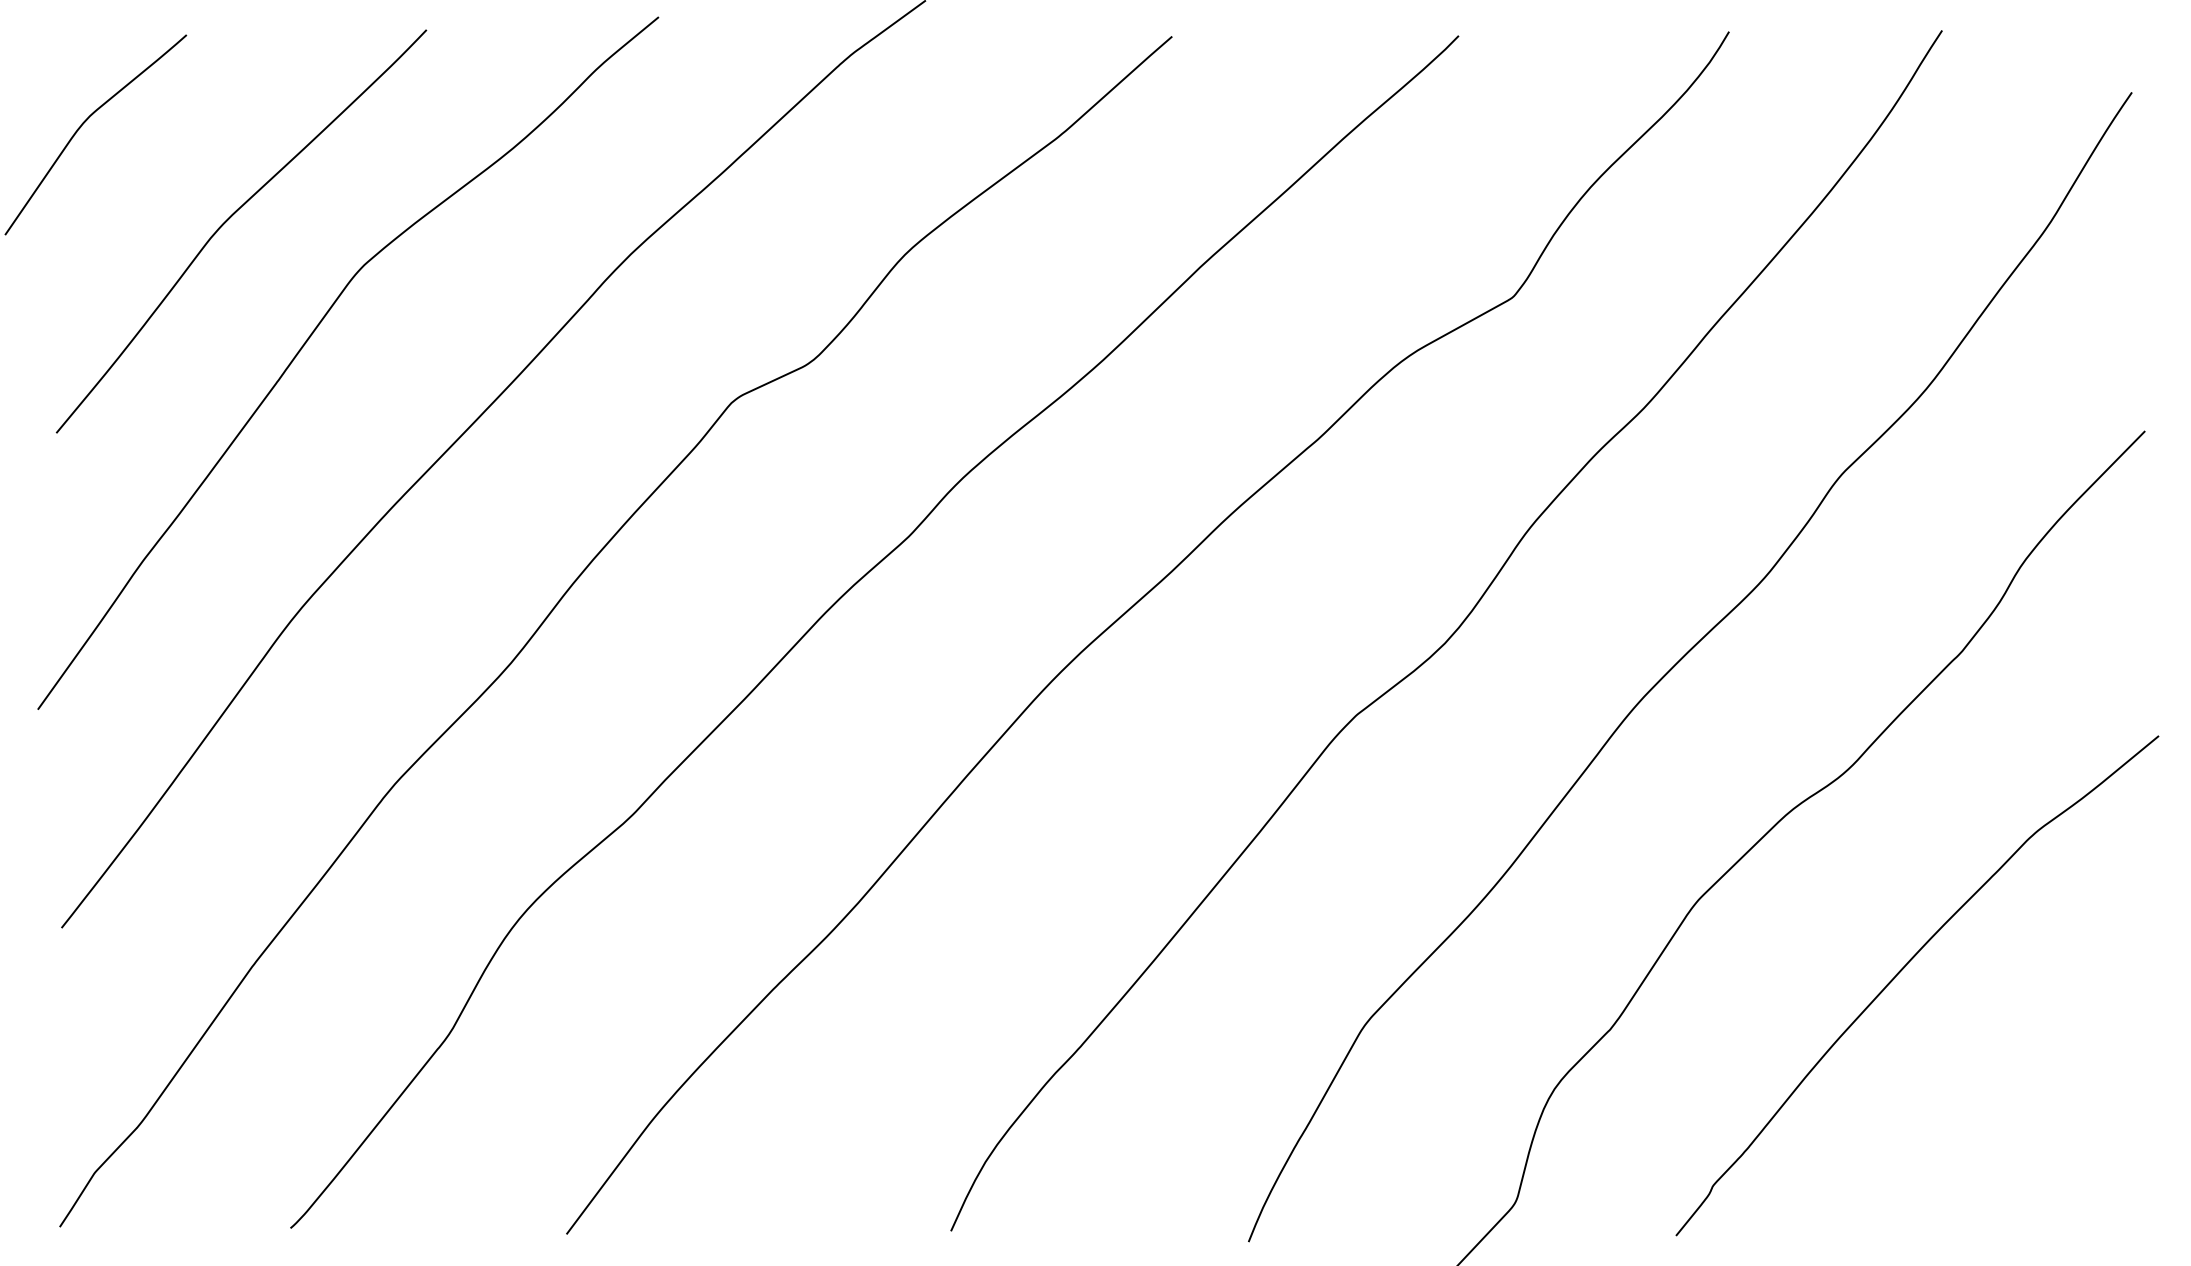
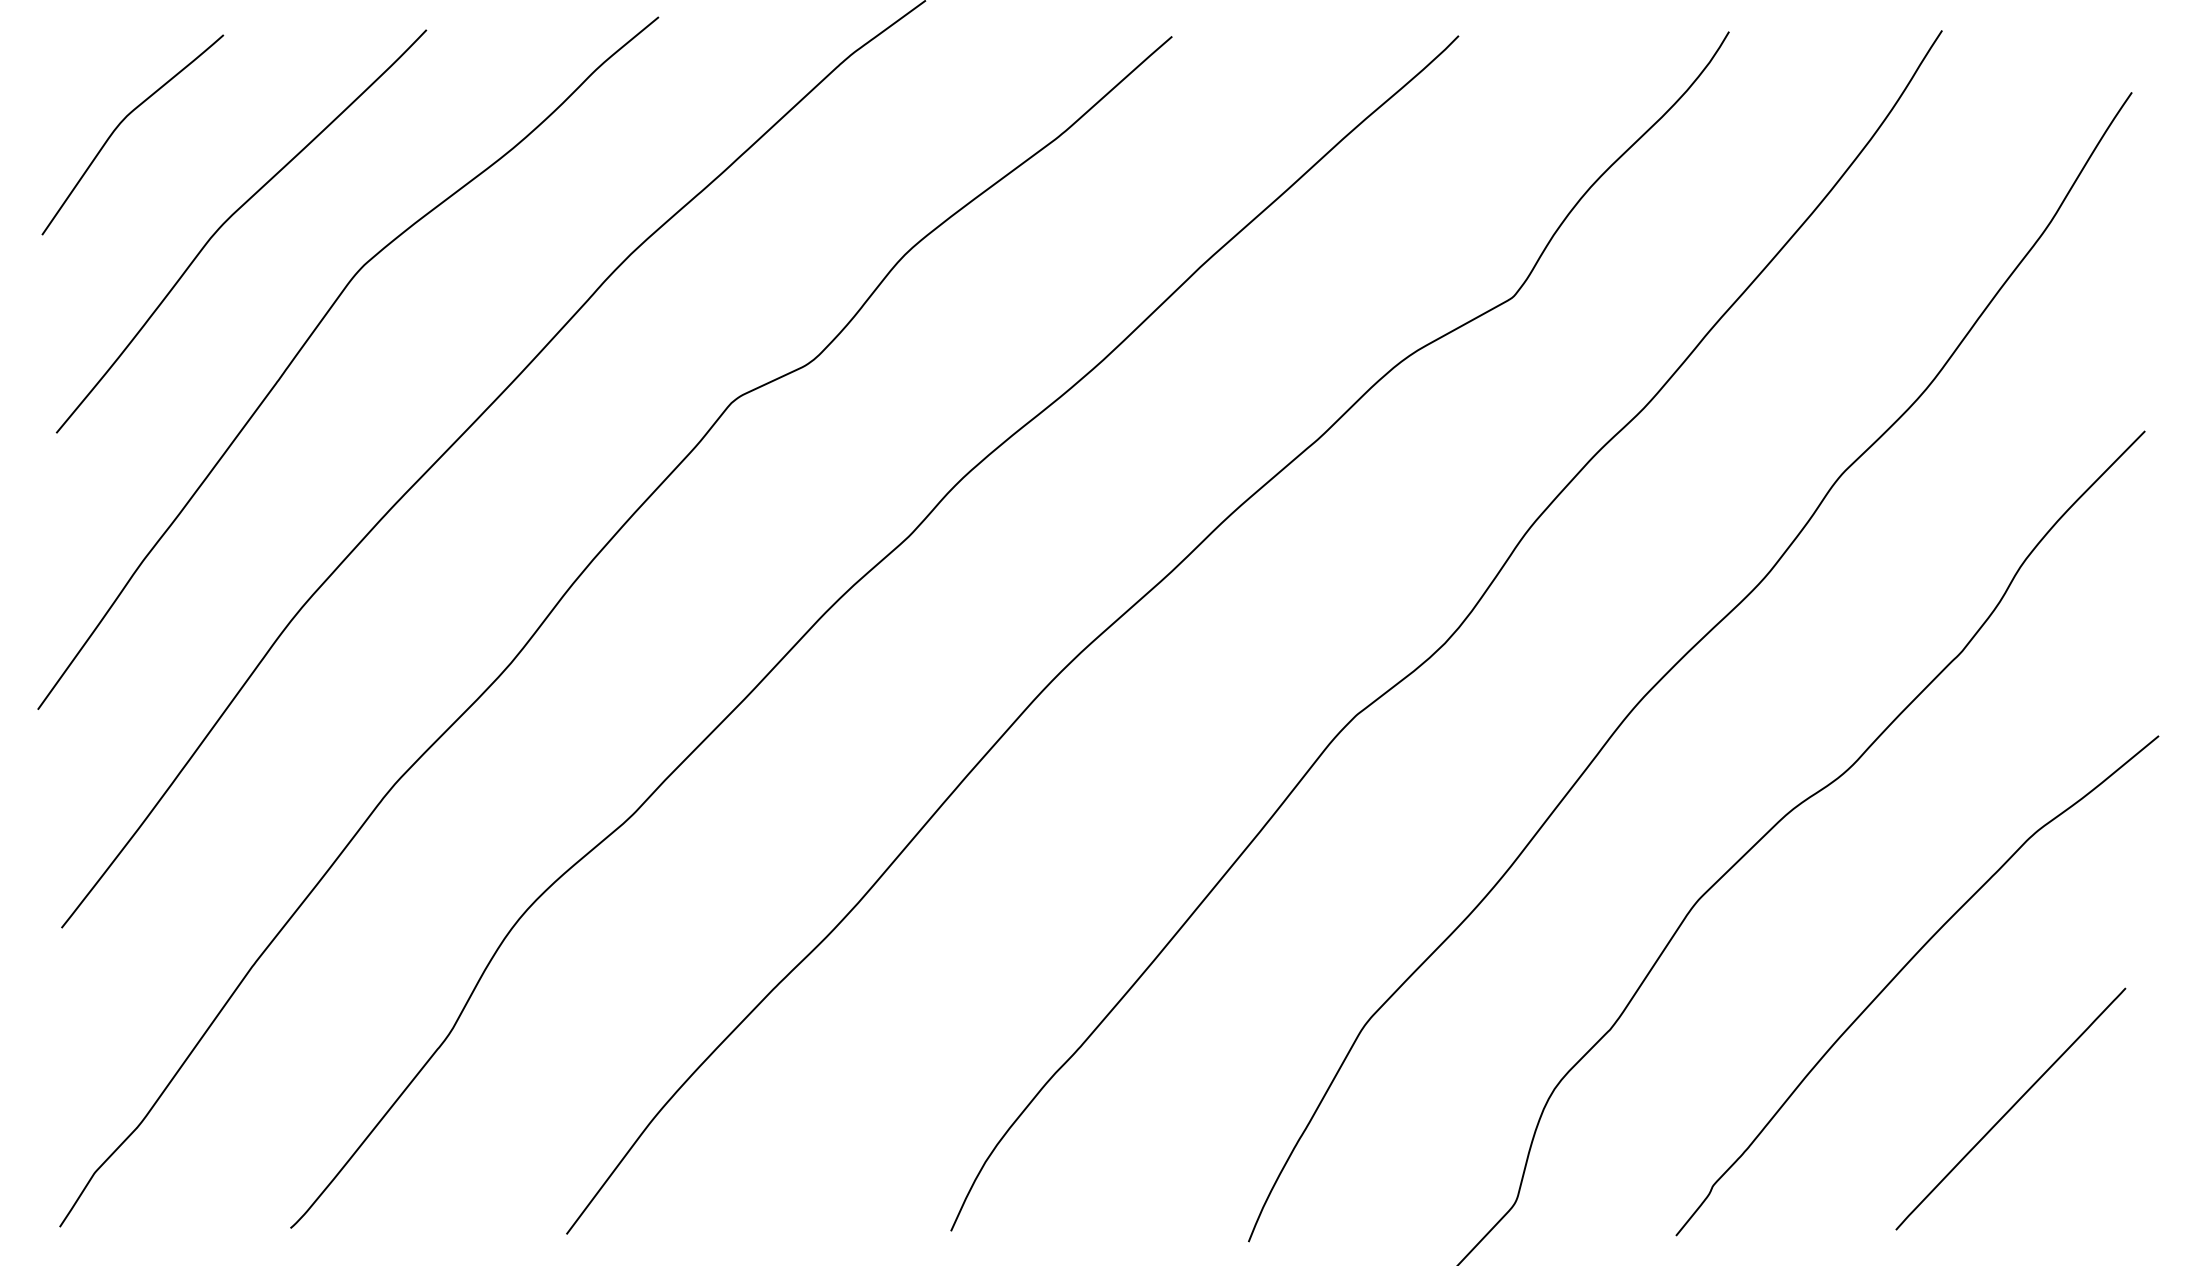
curve at (84, 123) position: (84, 123) -> (121, 123)
line at (2010, 1108): none -> present
